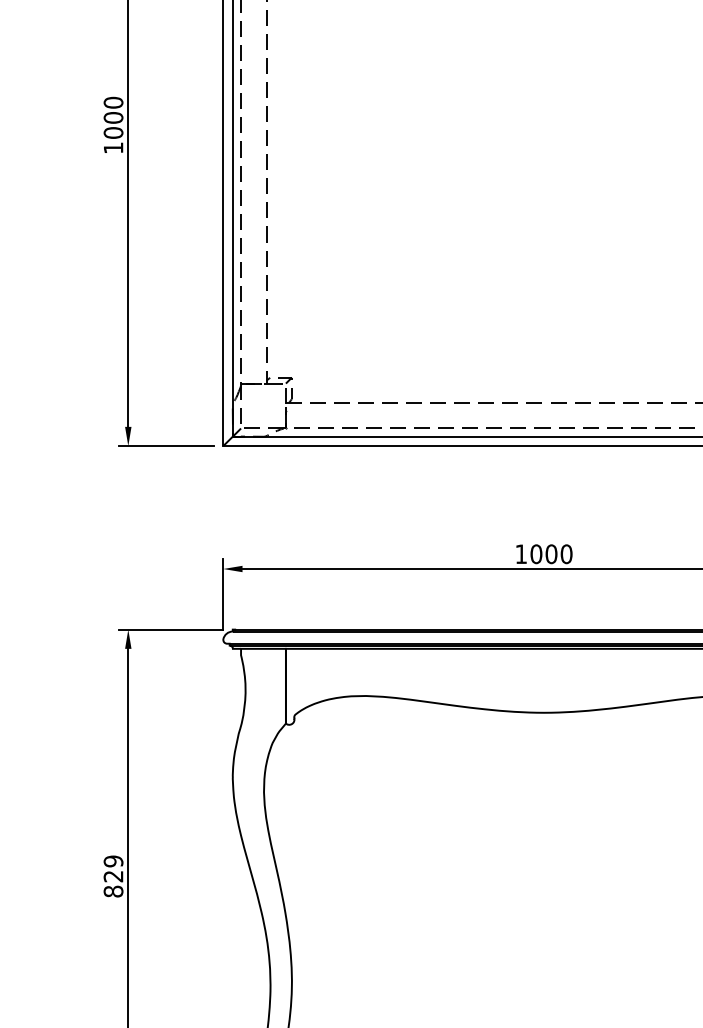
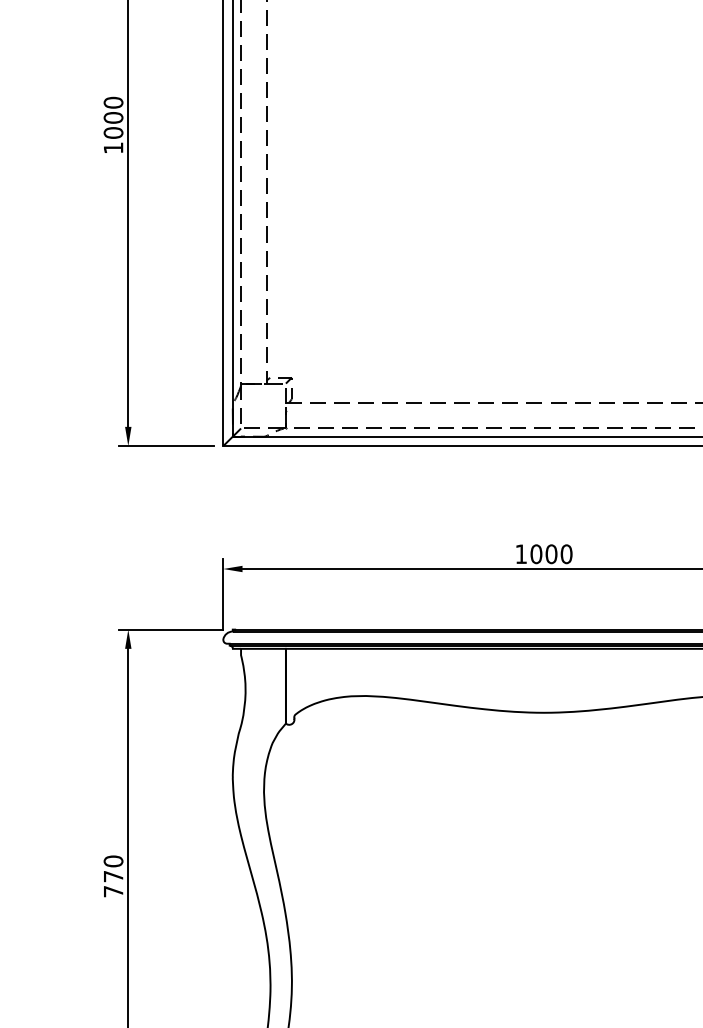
text at (113, 876): 829 -> 770
